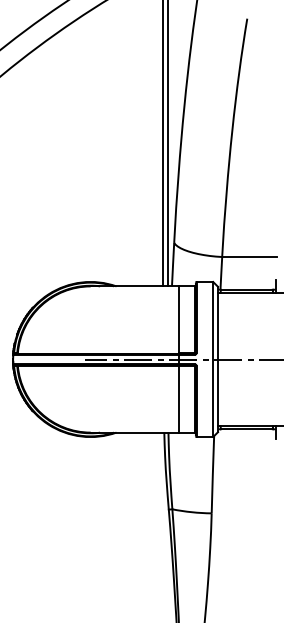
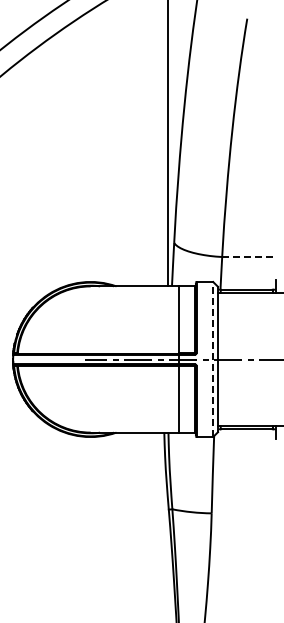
line at (163, 144): present -> none
line at (249, 257): solid -> dashed
line at (213, 359): solid -> dashed
